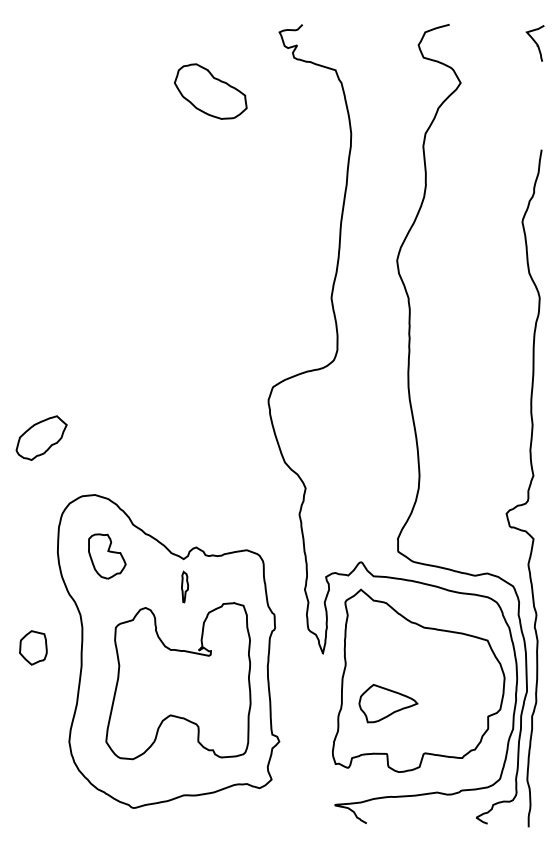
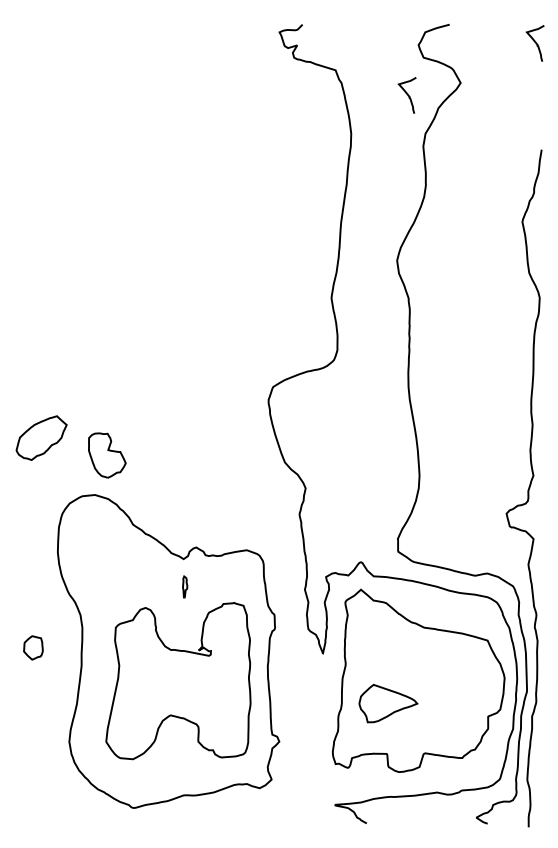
part at (210, 91): present -> none
curve at (406, 94): none -> present
part at (107, 556) position: (107, 556) -> (107, 455)
part at (185, 586) size: 9x34 px -> 7x24 px
part at (33, 647) size: 29x36 px -> 21x26 px
